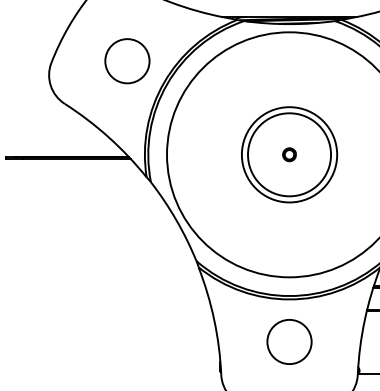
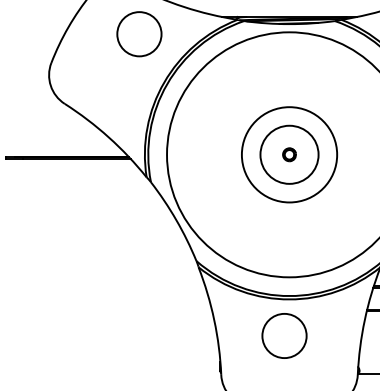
circle at (127, 61) position: (127, 61) -> (139, 34)
circle at (289, 154) diameter: 83 px -> 58 px
circle at (289, 341) position: (289, 341) -> (284, 335)
